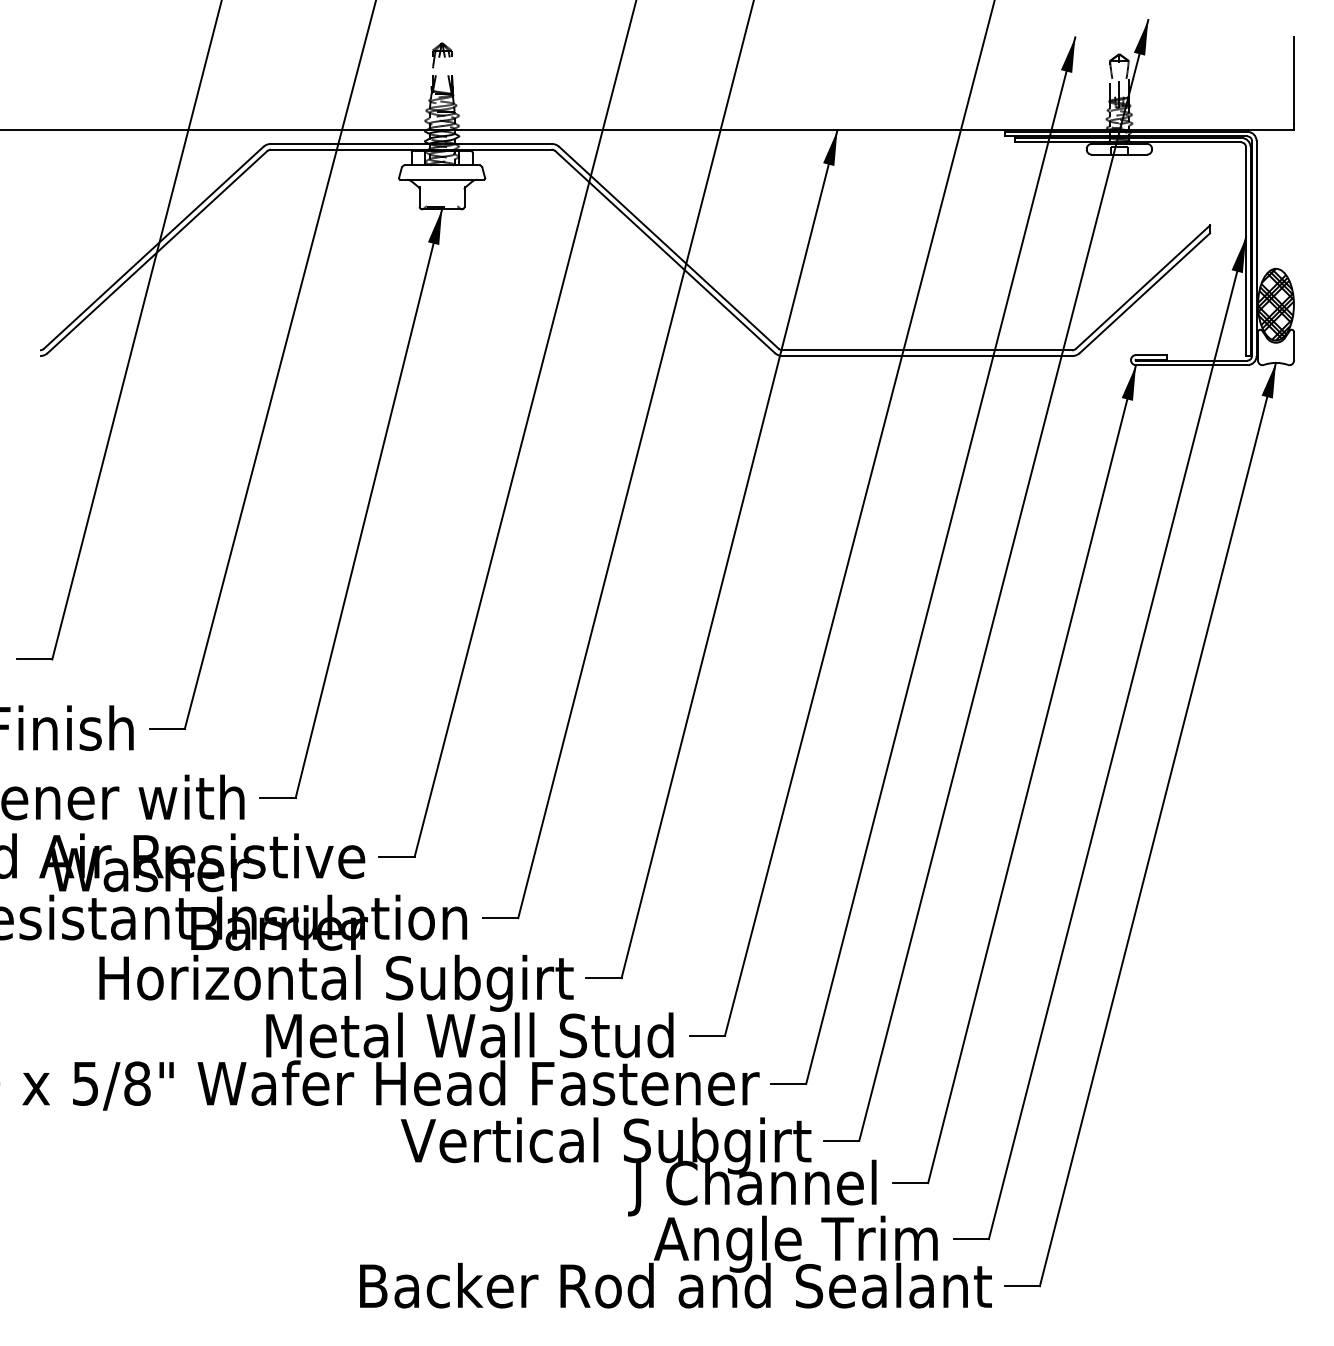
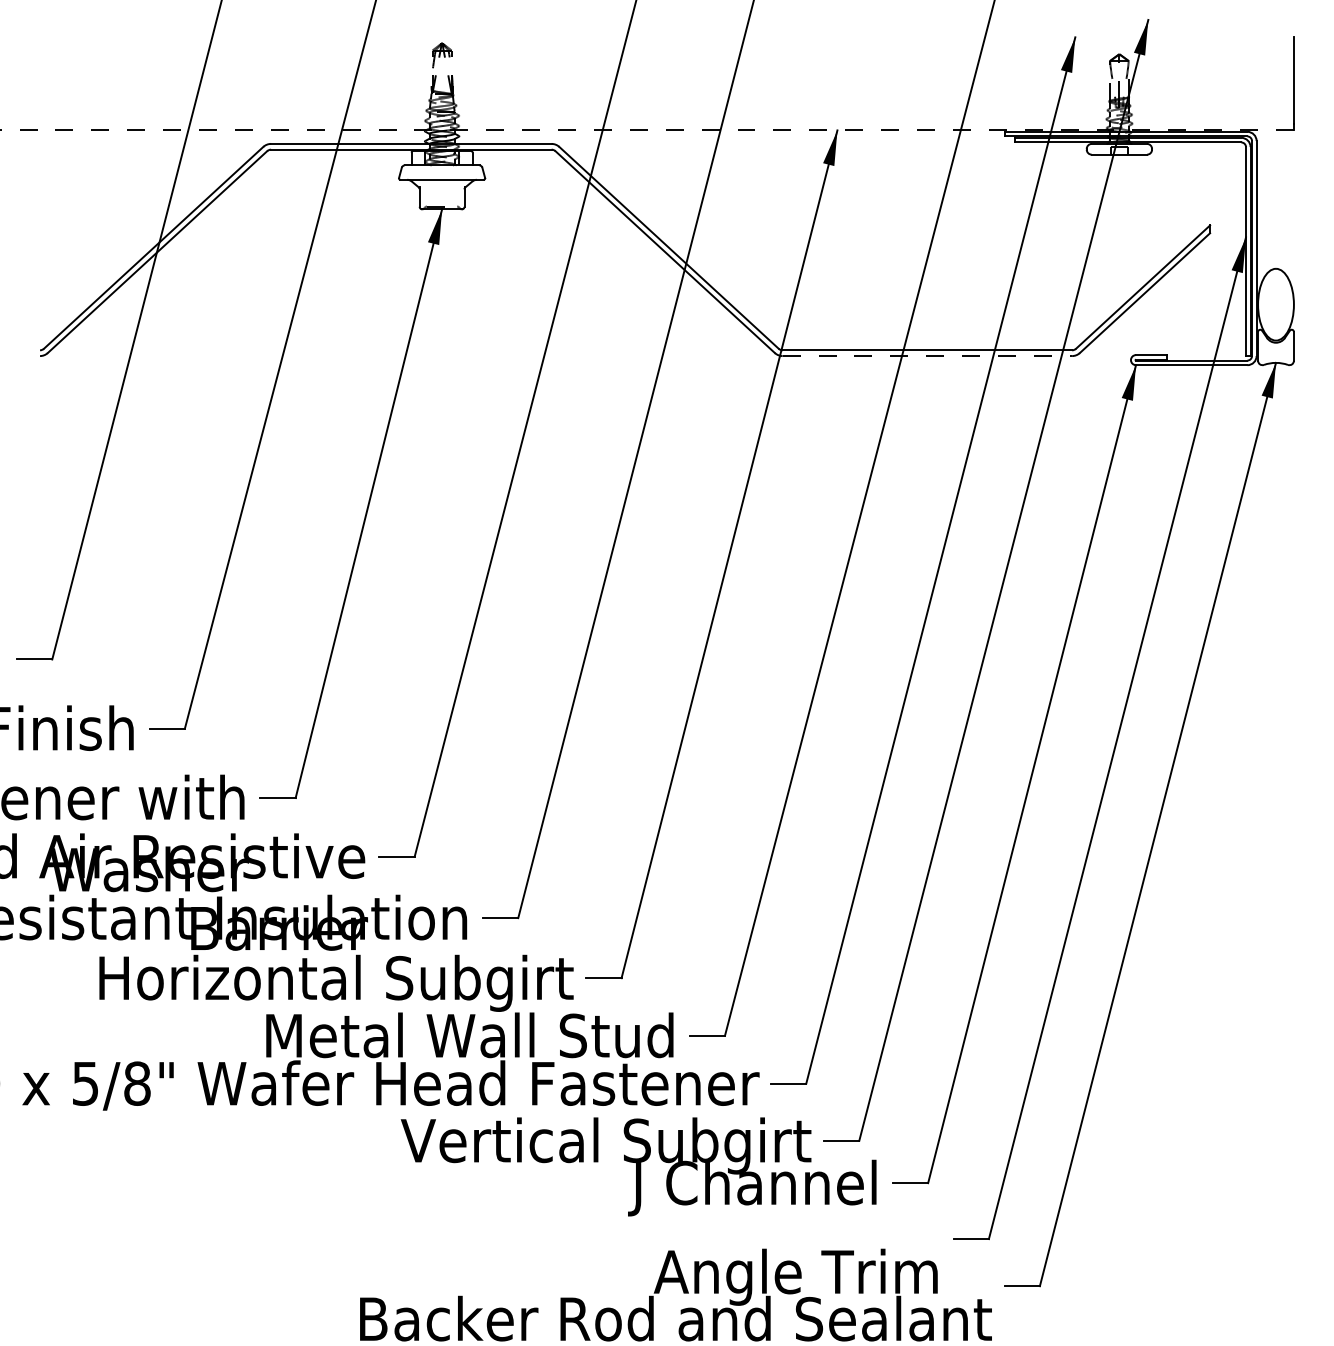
line at (647, 130): solid -> dashed
hatch at (1275, 304): present -> none
line at (927, 356): solid -> dashed
text at (675, 1261) position: (675, 1261) -> (675, 1294)
